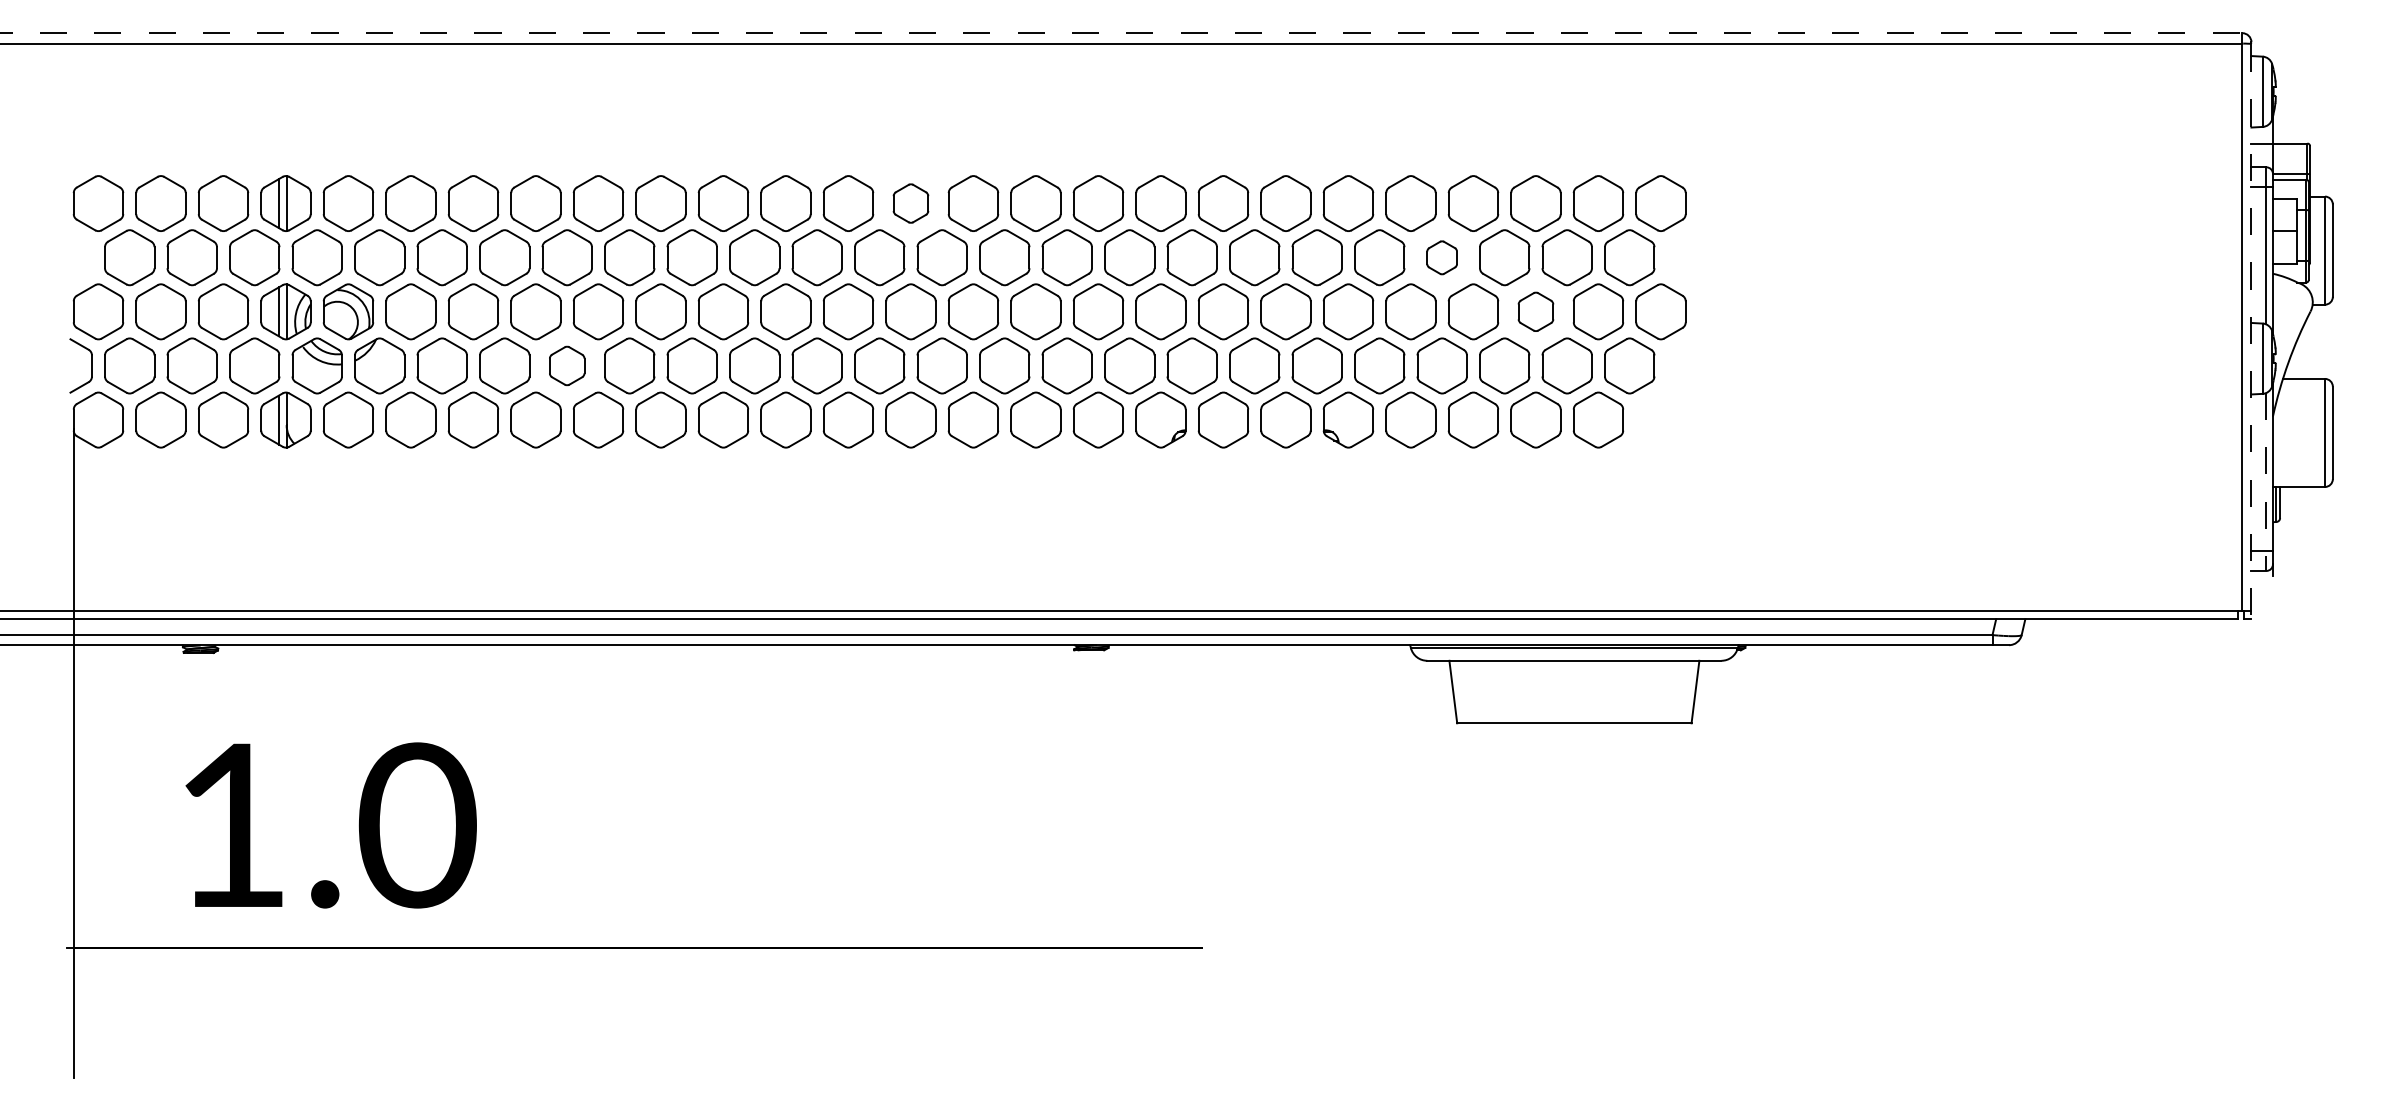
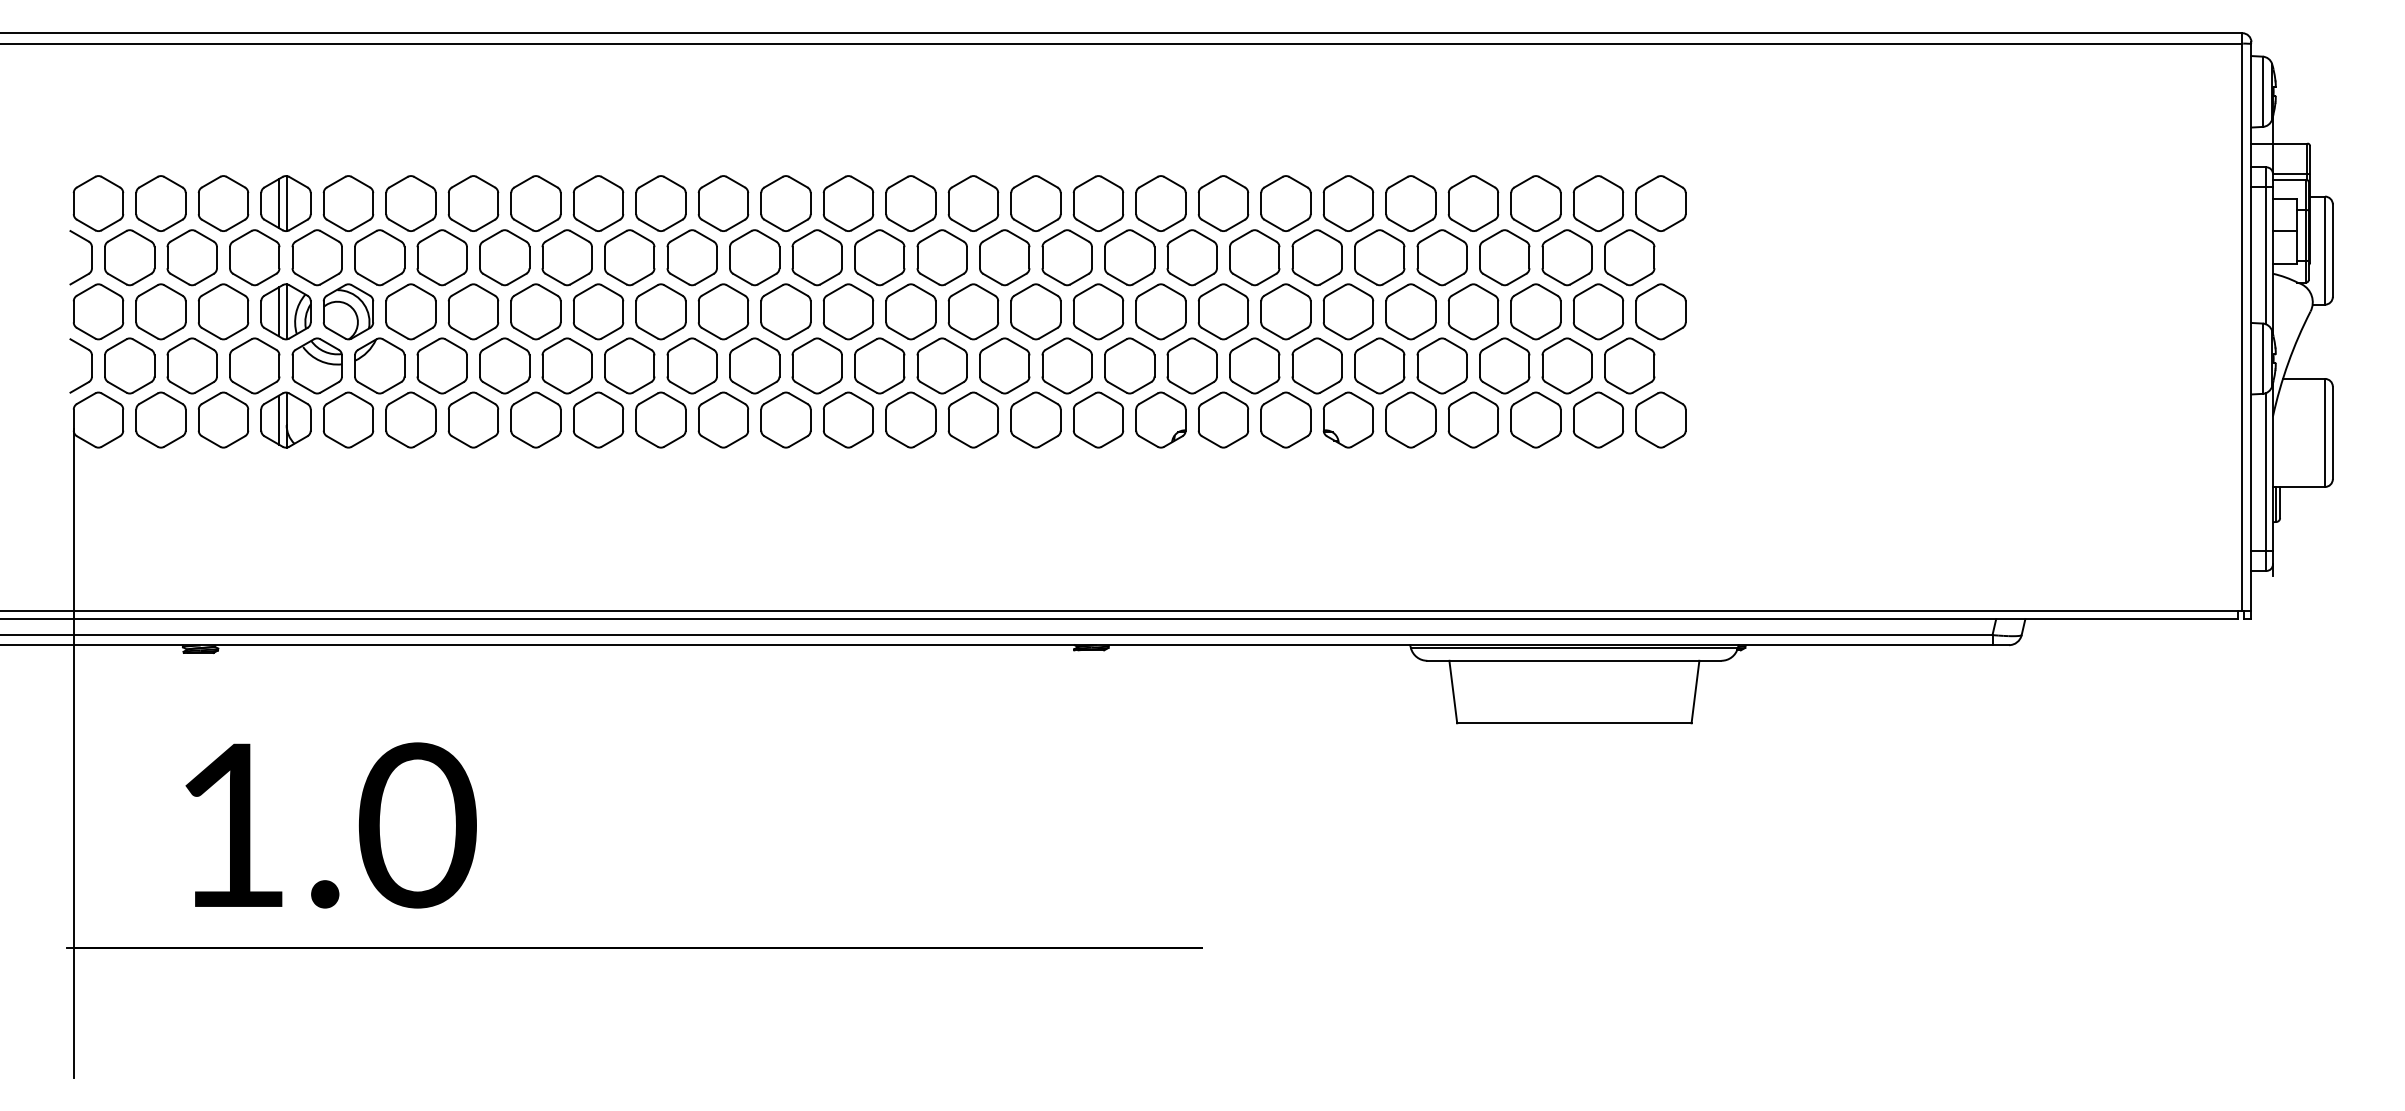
line at (1121, 33): dashed -> solid
part at (910, 203) size: 38x41 px -> 52x57 px
part at (91, 257): none -> present
part at (1441, 257) size: 32x36 px -> 52x58 px
part at (1535, 311) size: 38x41 px -> 52x58 px
line at (2251, 332): dashed -> solid
part at (567, 365) size: 37x42 px -> 52x58 px
part at (1660, 419): none -> present
line at (2266, 481): dashed -> solid
